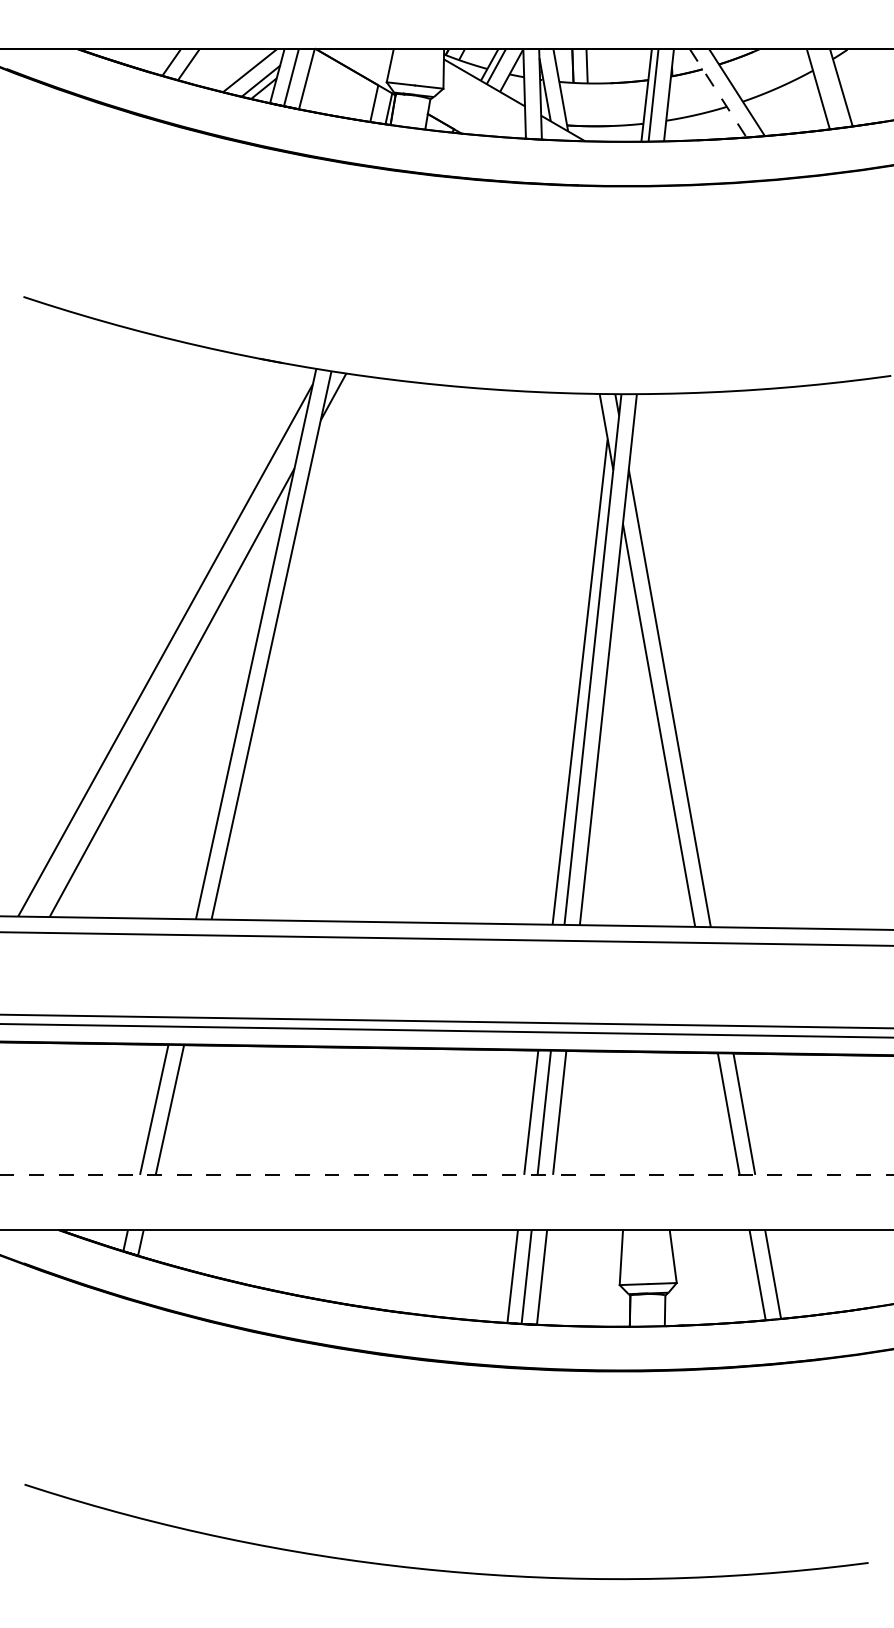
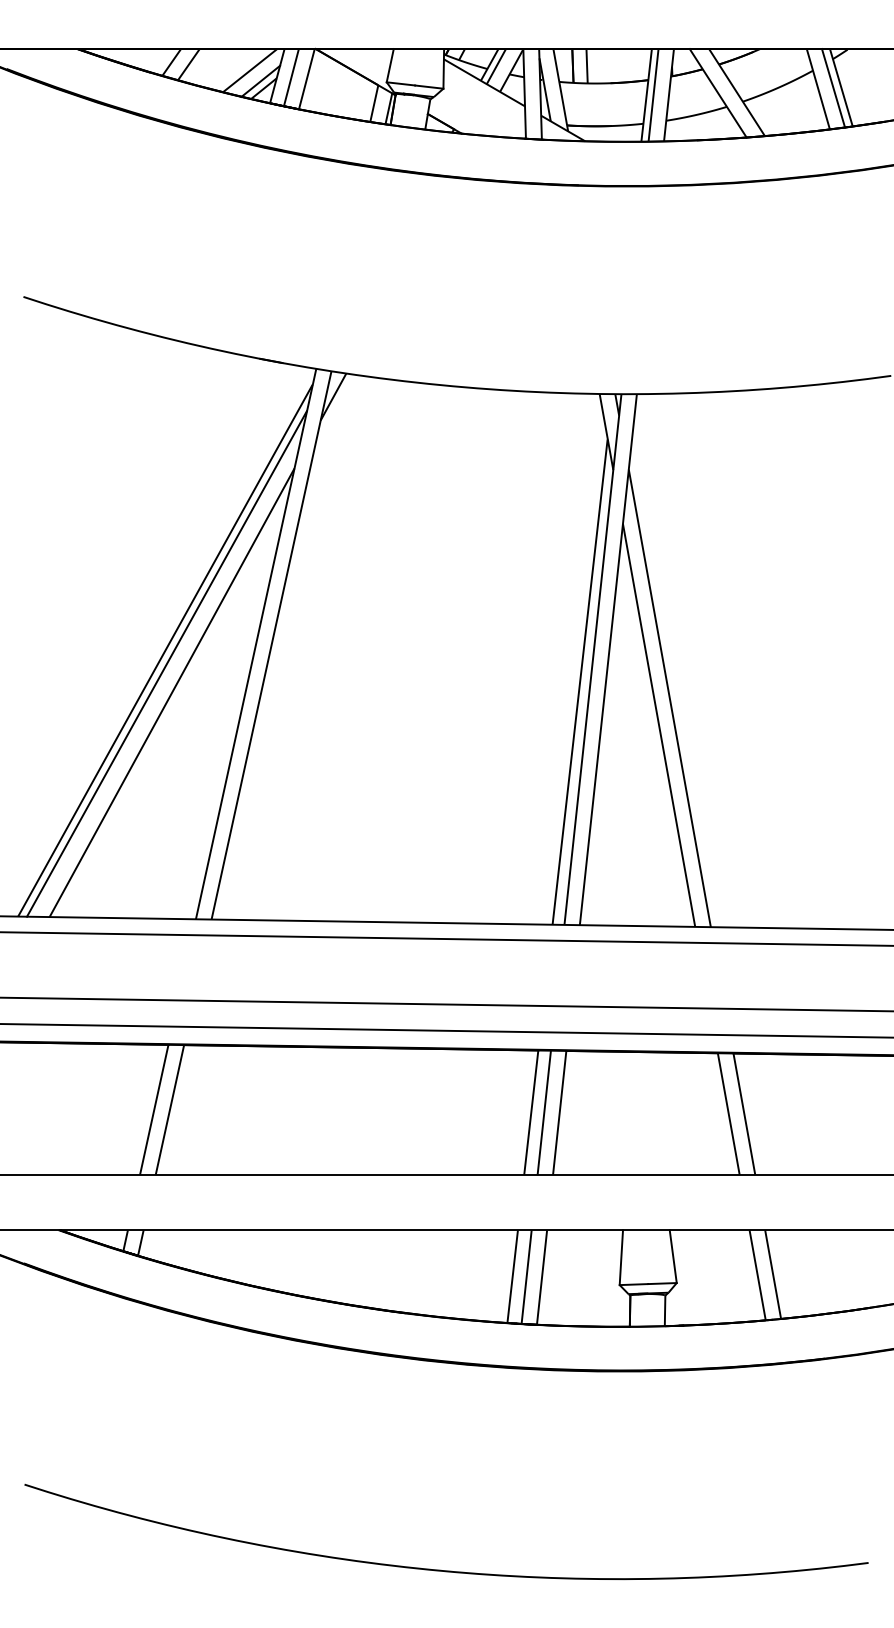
line at (833, 88): none -> present
line at (718, 93): dashed -> solid
line at (166, 663): none -> present
line at (446, 1021) position: (446, 1021) -> (446, 1004)
line at (446, 1174): dashed -> solid
